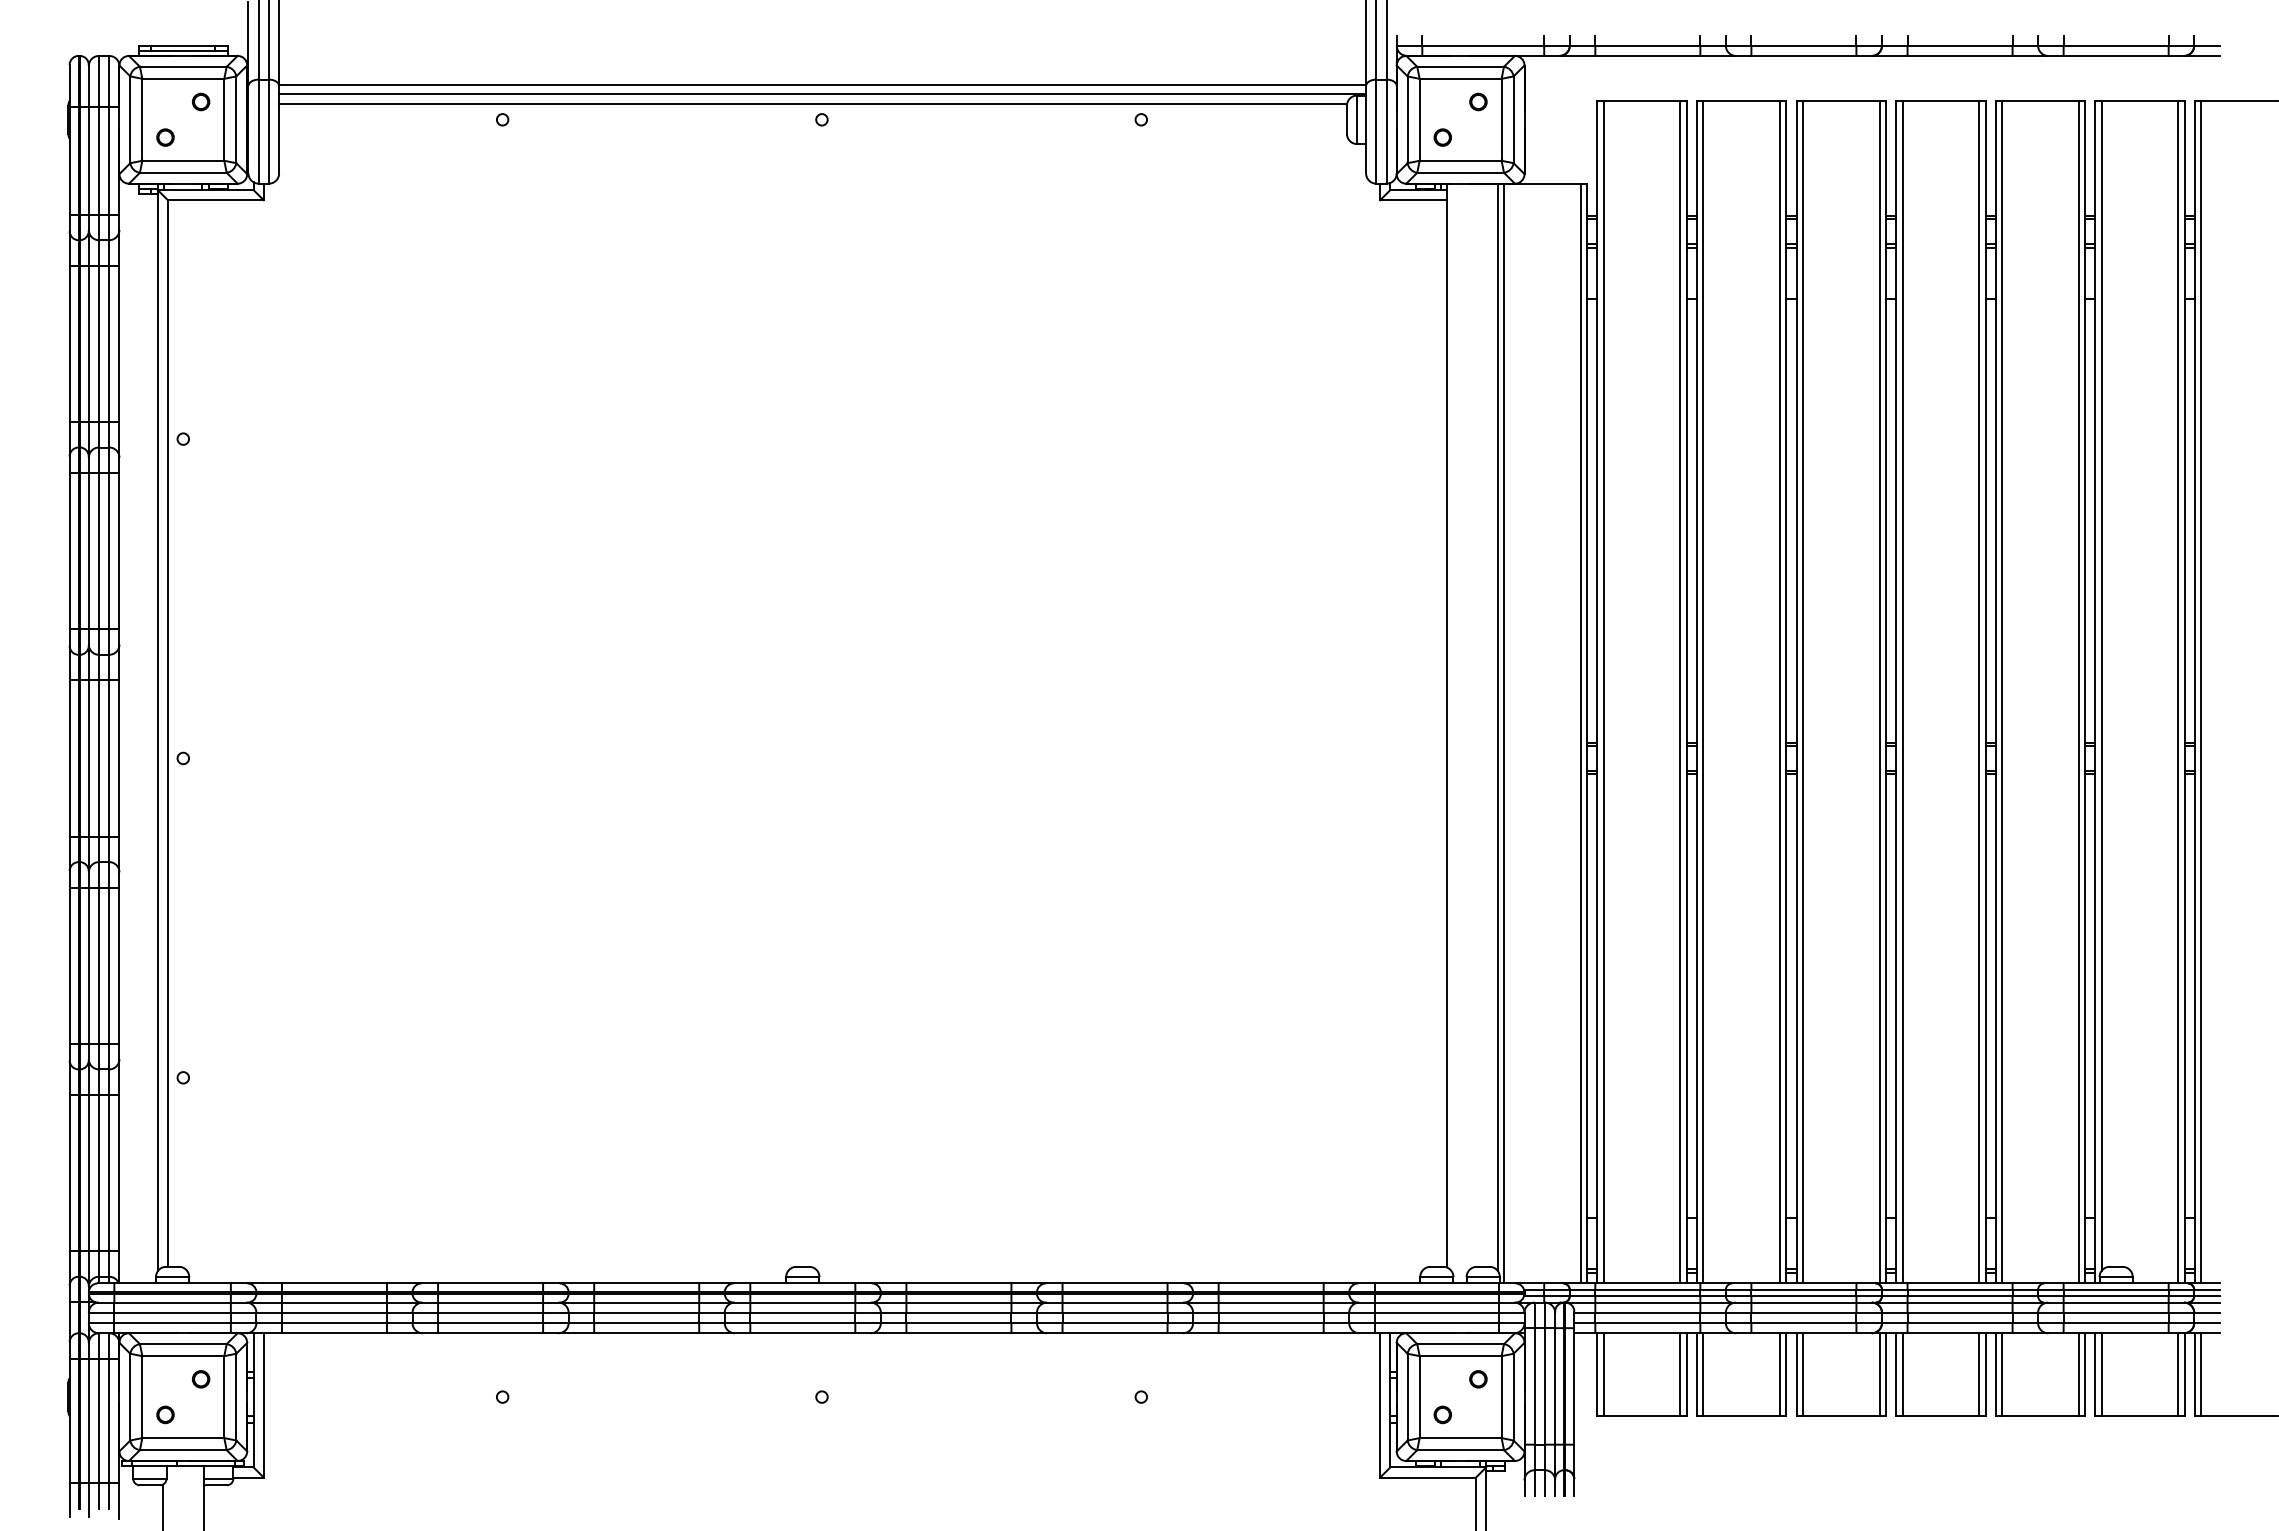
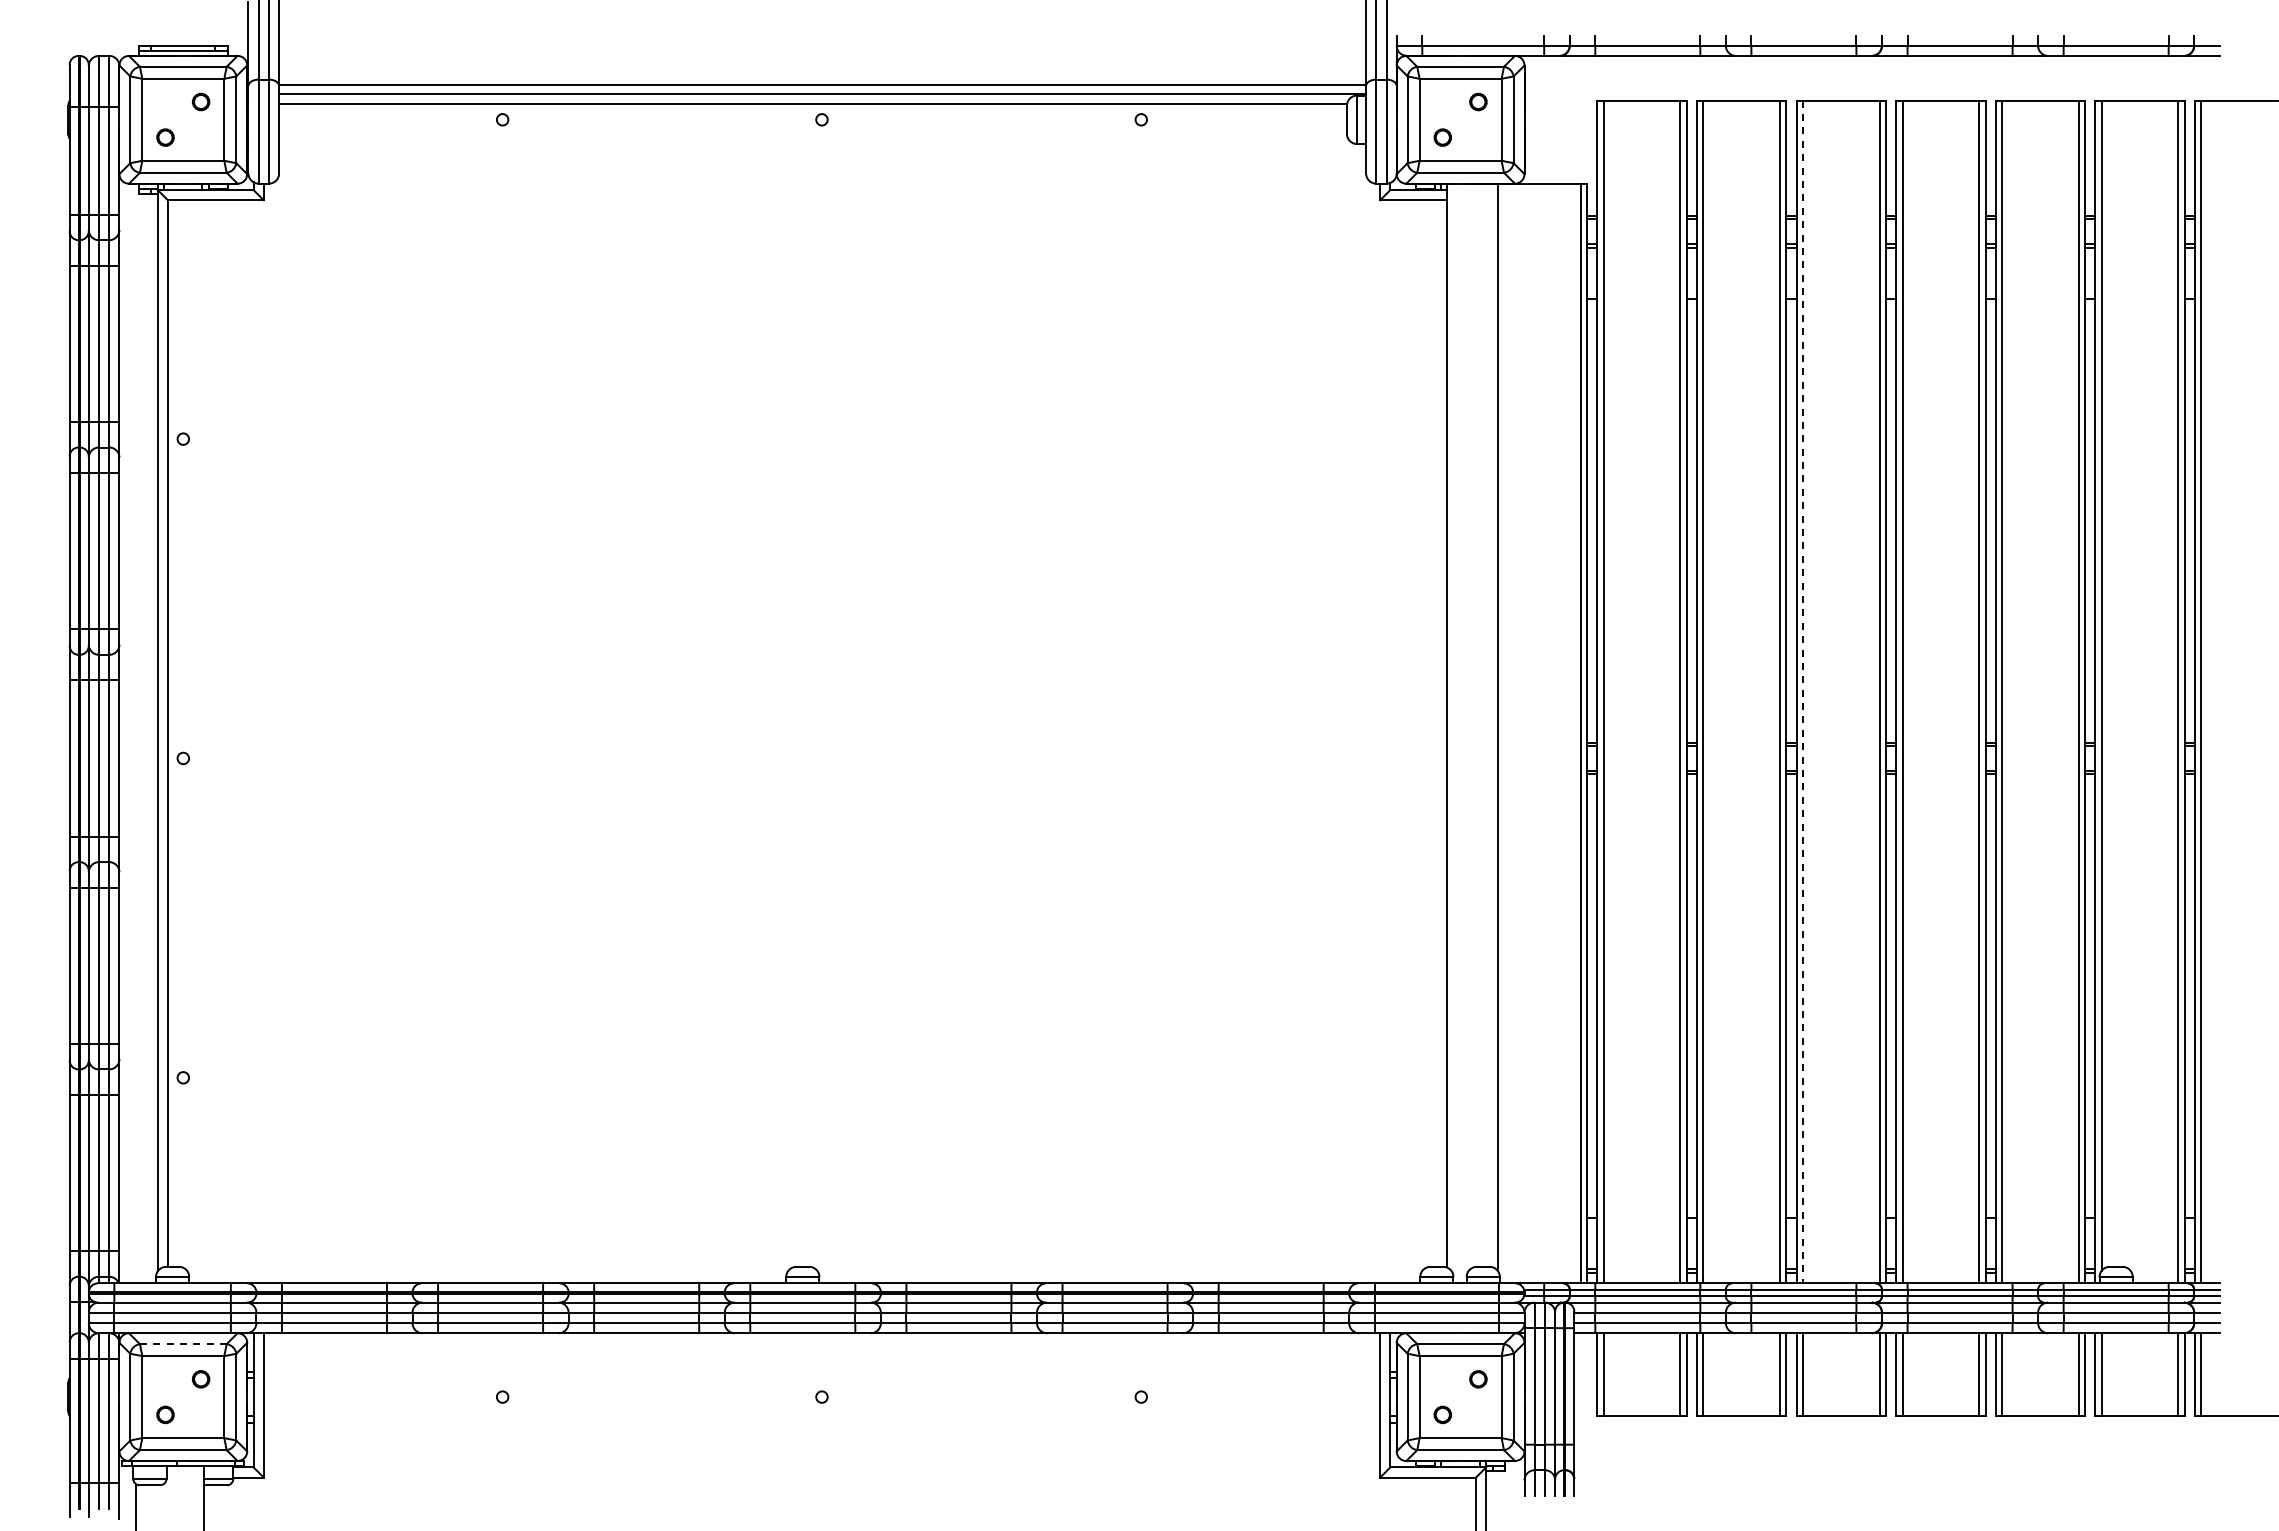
line at (1802, 692): solid -> dashed
line at (1504, 733): present -> none
line at (183, 1344): solid -> dashed
line at (162, 1505) position: (162, 1505) -> (135, 1505)
